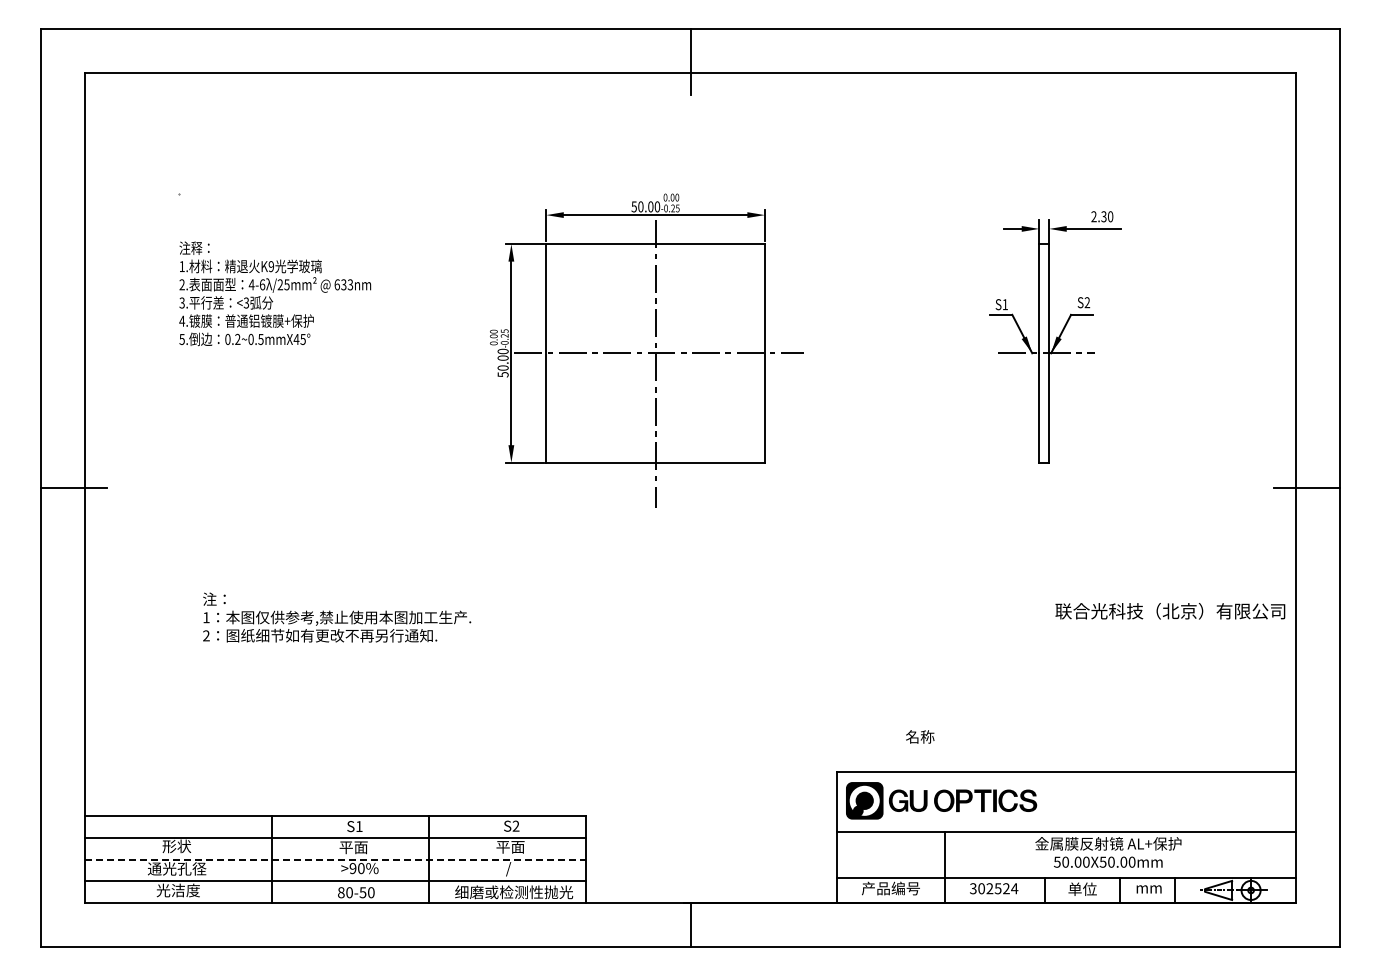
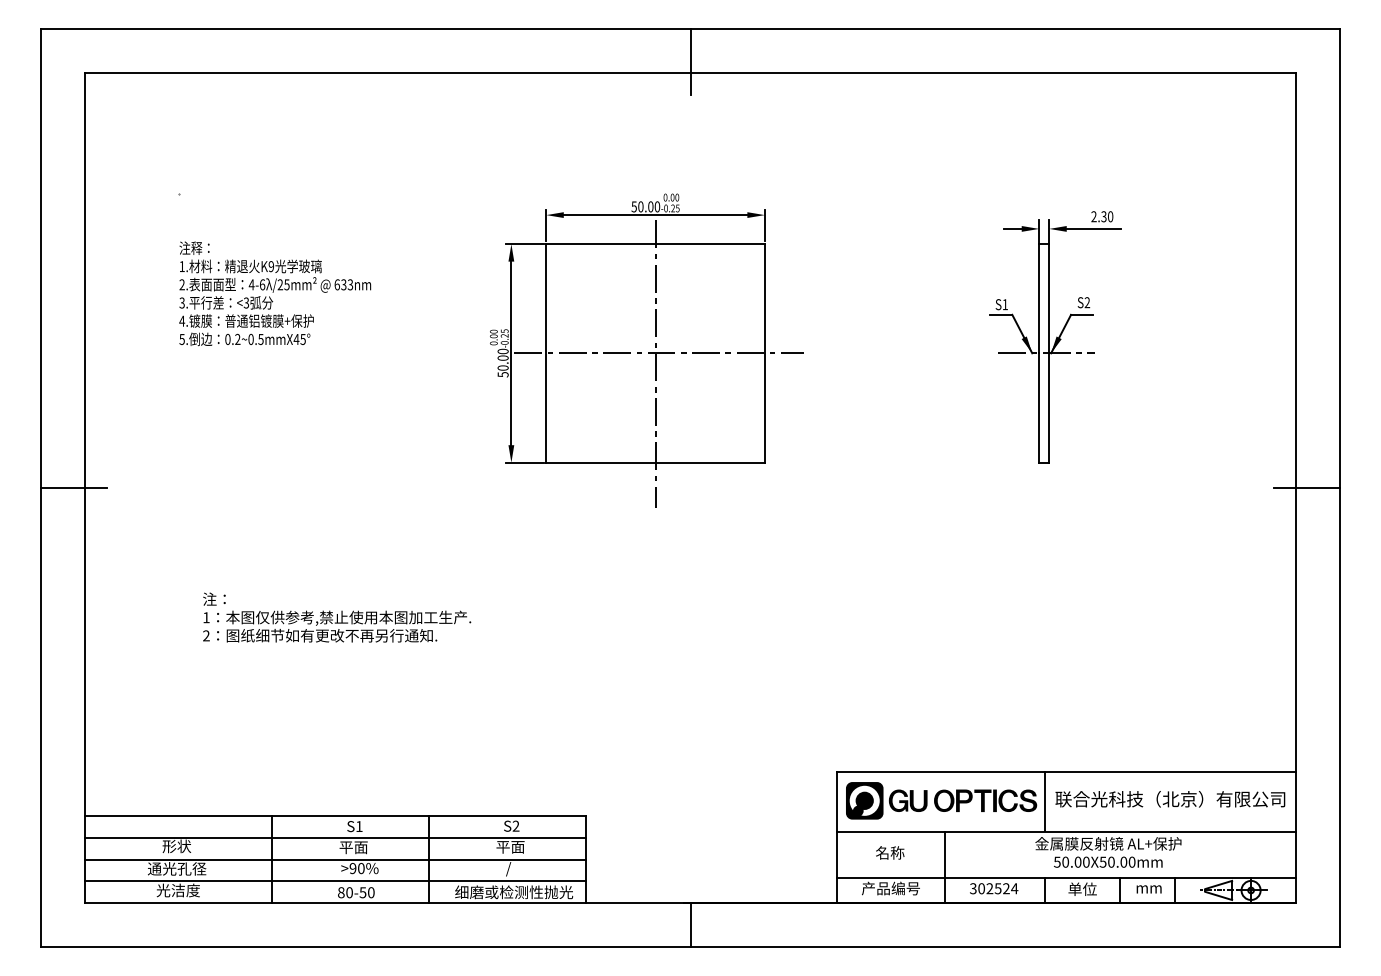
text at (1170, 611) position: (1170, 611) -> (1170, 799)
text at (920, 736) position: (920, 736) -> (890, 852)
line at (1045, 801): none -> present
line at (335, 859): dashed -> solid
